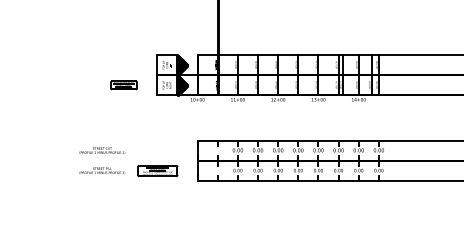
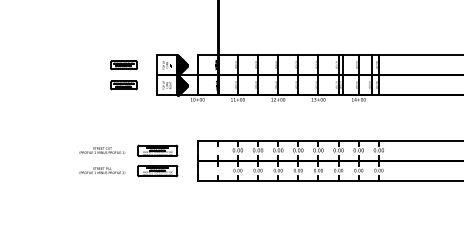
part at (123, 65): none -> present
part at (157, 150): none -> present
